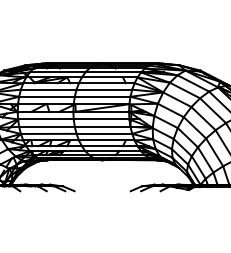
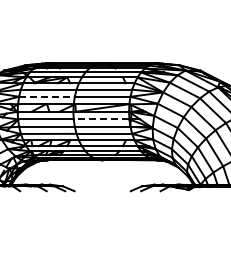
line at (46, 96): solid -> dashed
line at (101, 119): solid -> dashed
